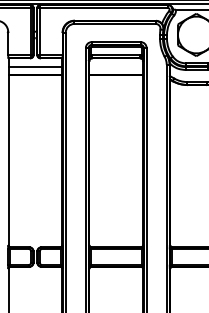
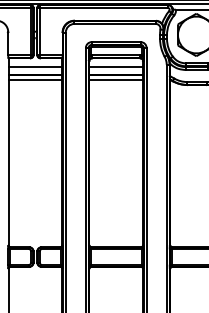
line at (116, 66): none -> present
line at (35, 79): none -> present
line at (116, 79): none -> present
